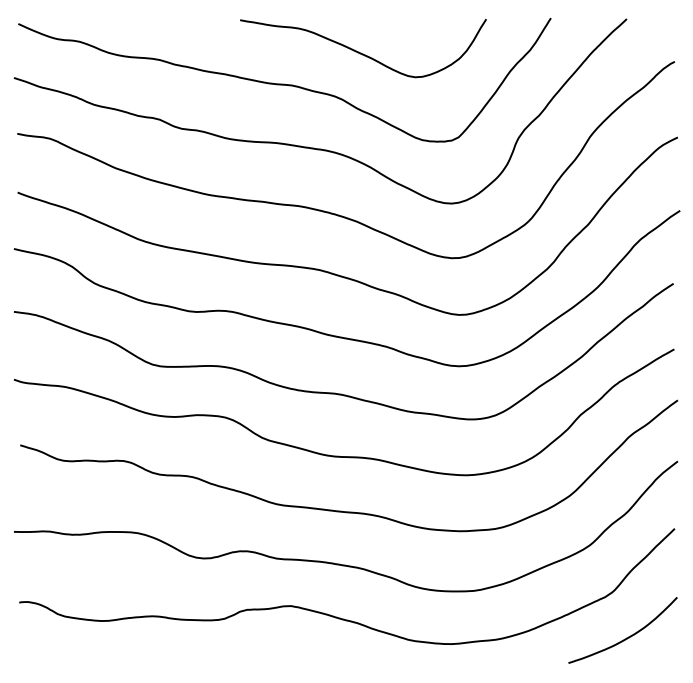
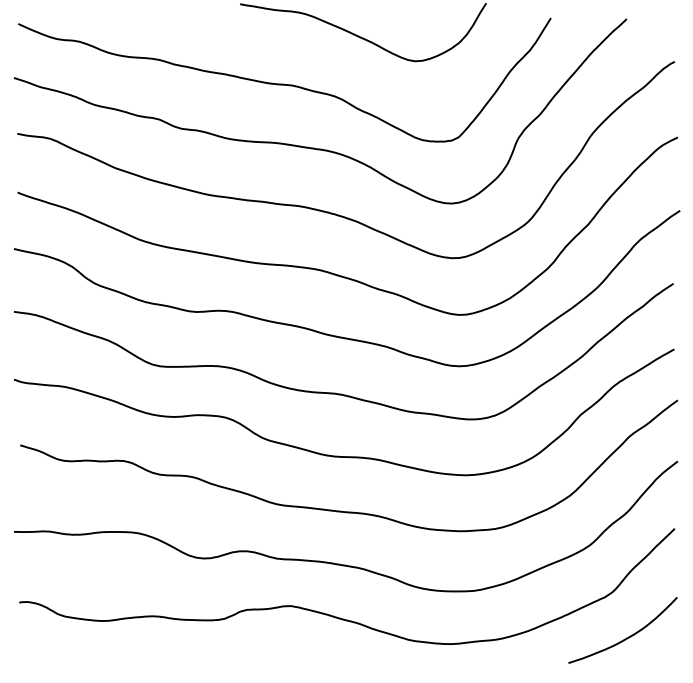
curve at (361, 52) position: (361, 52) -> (361, 36)
